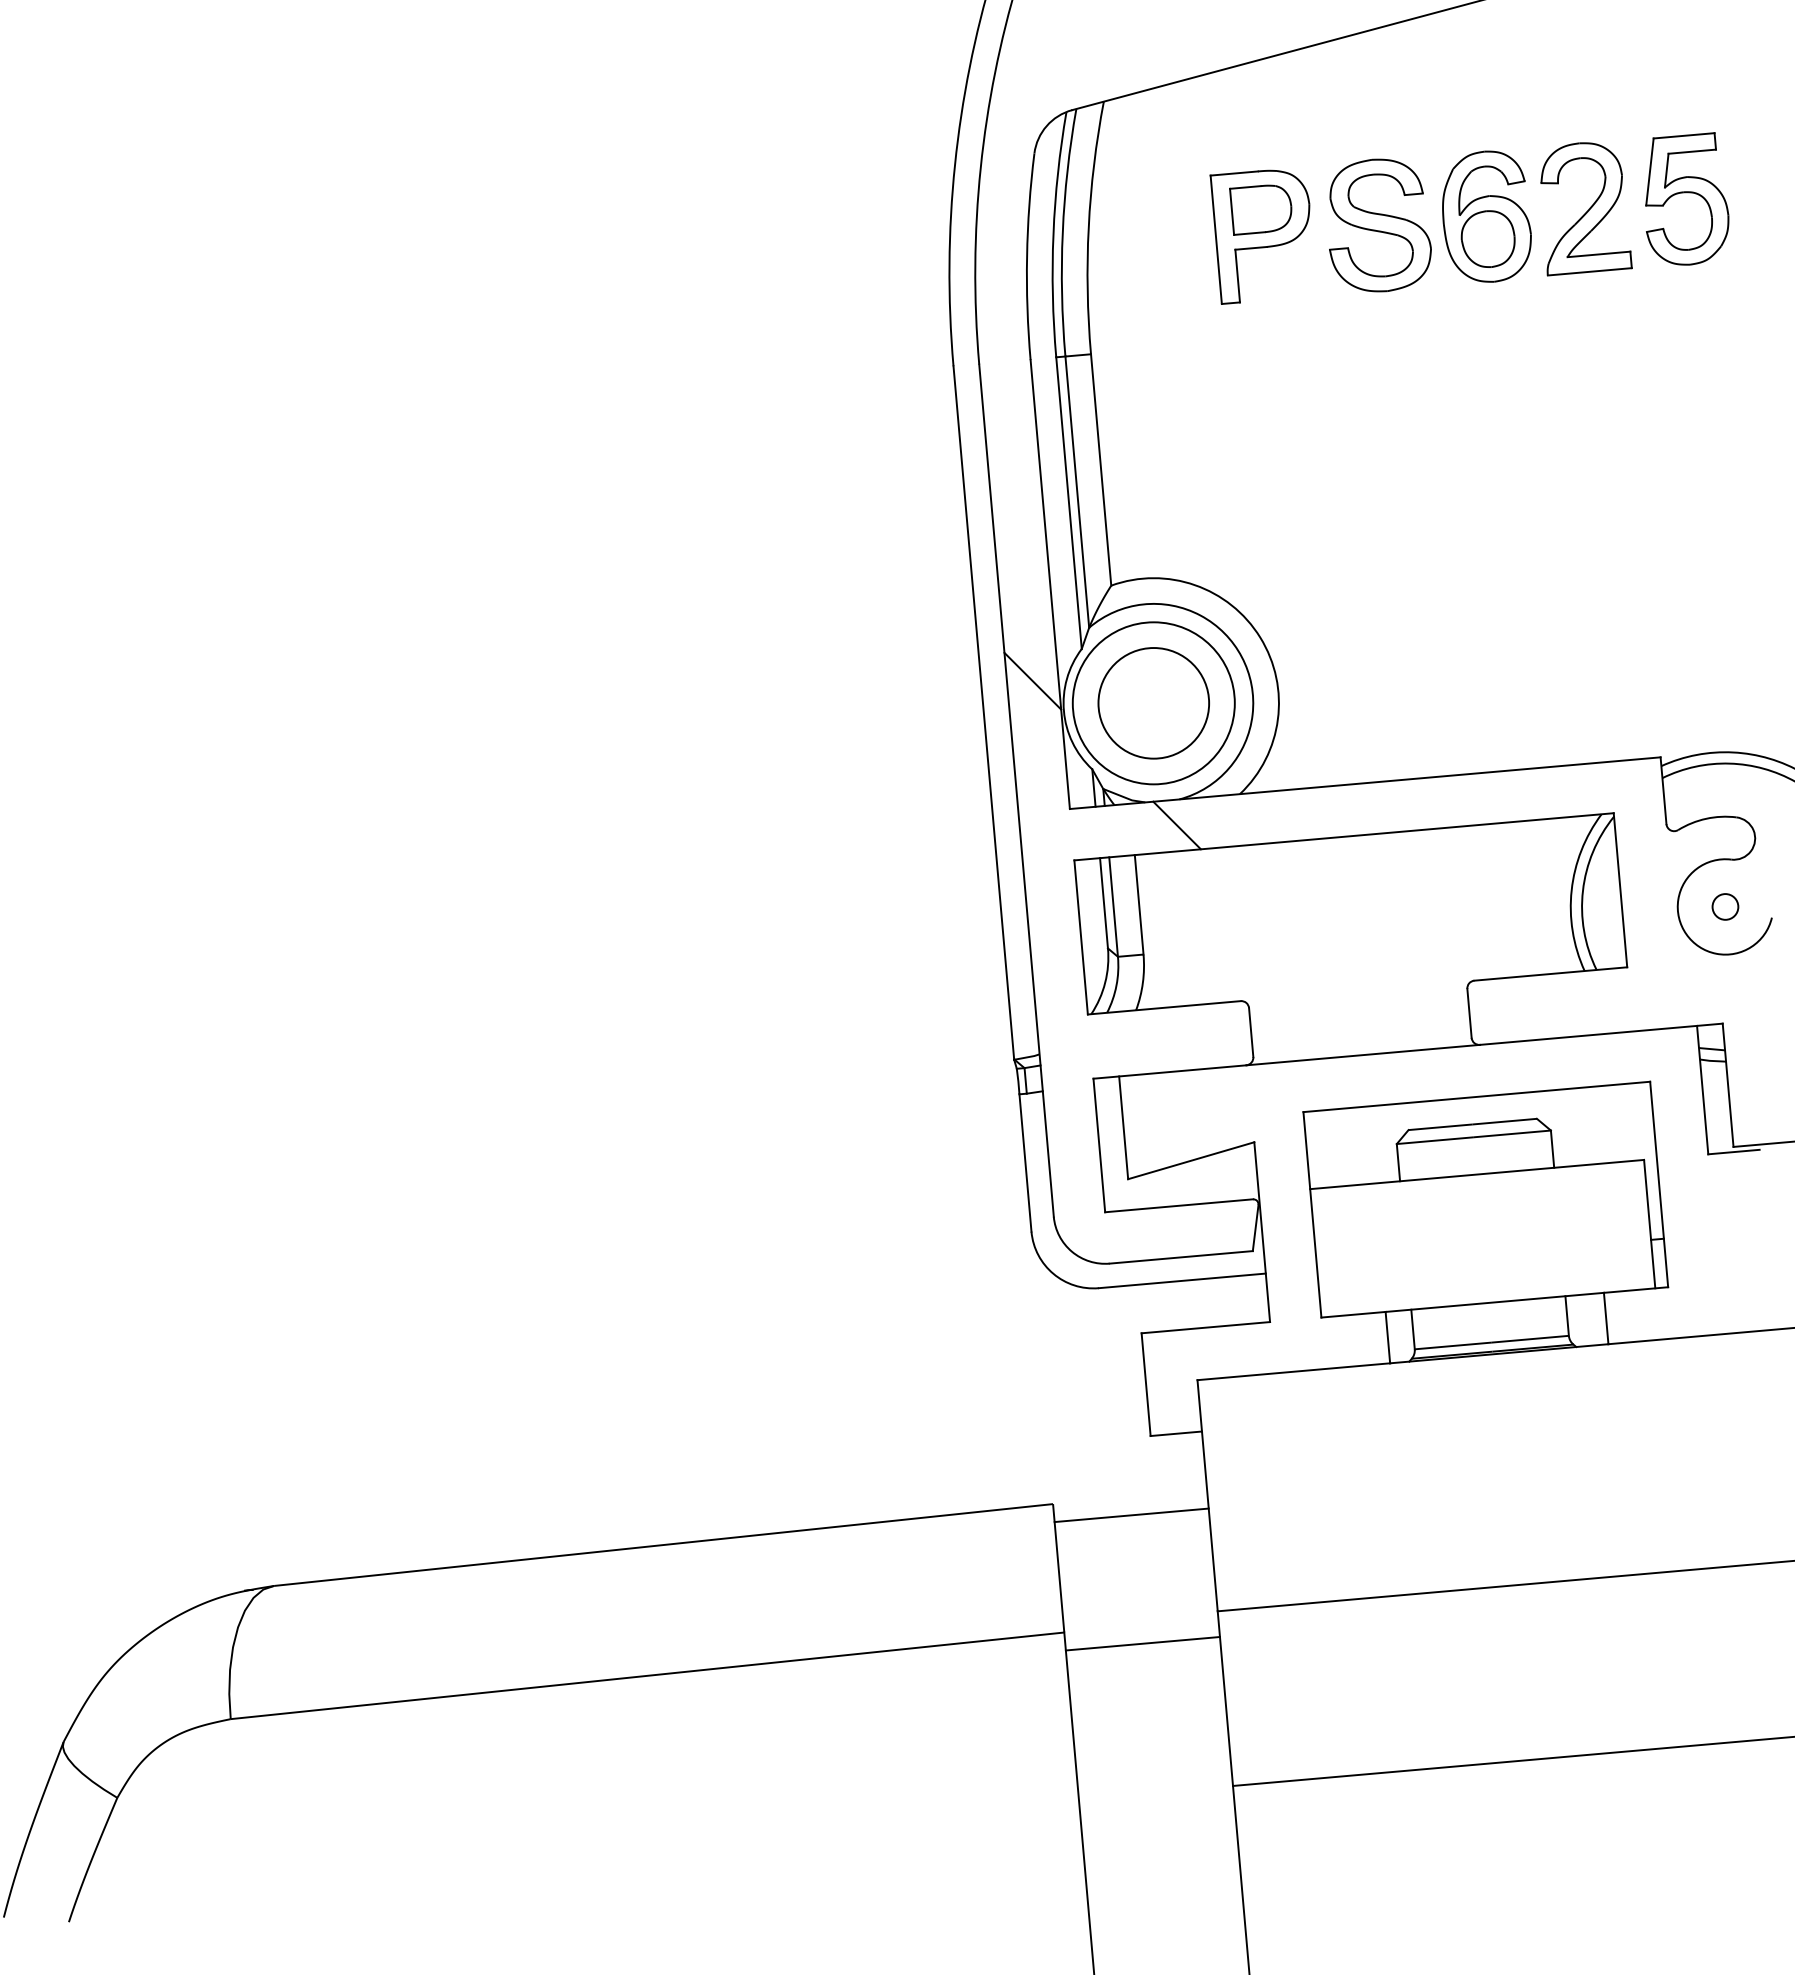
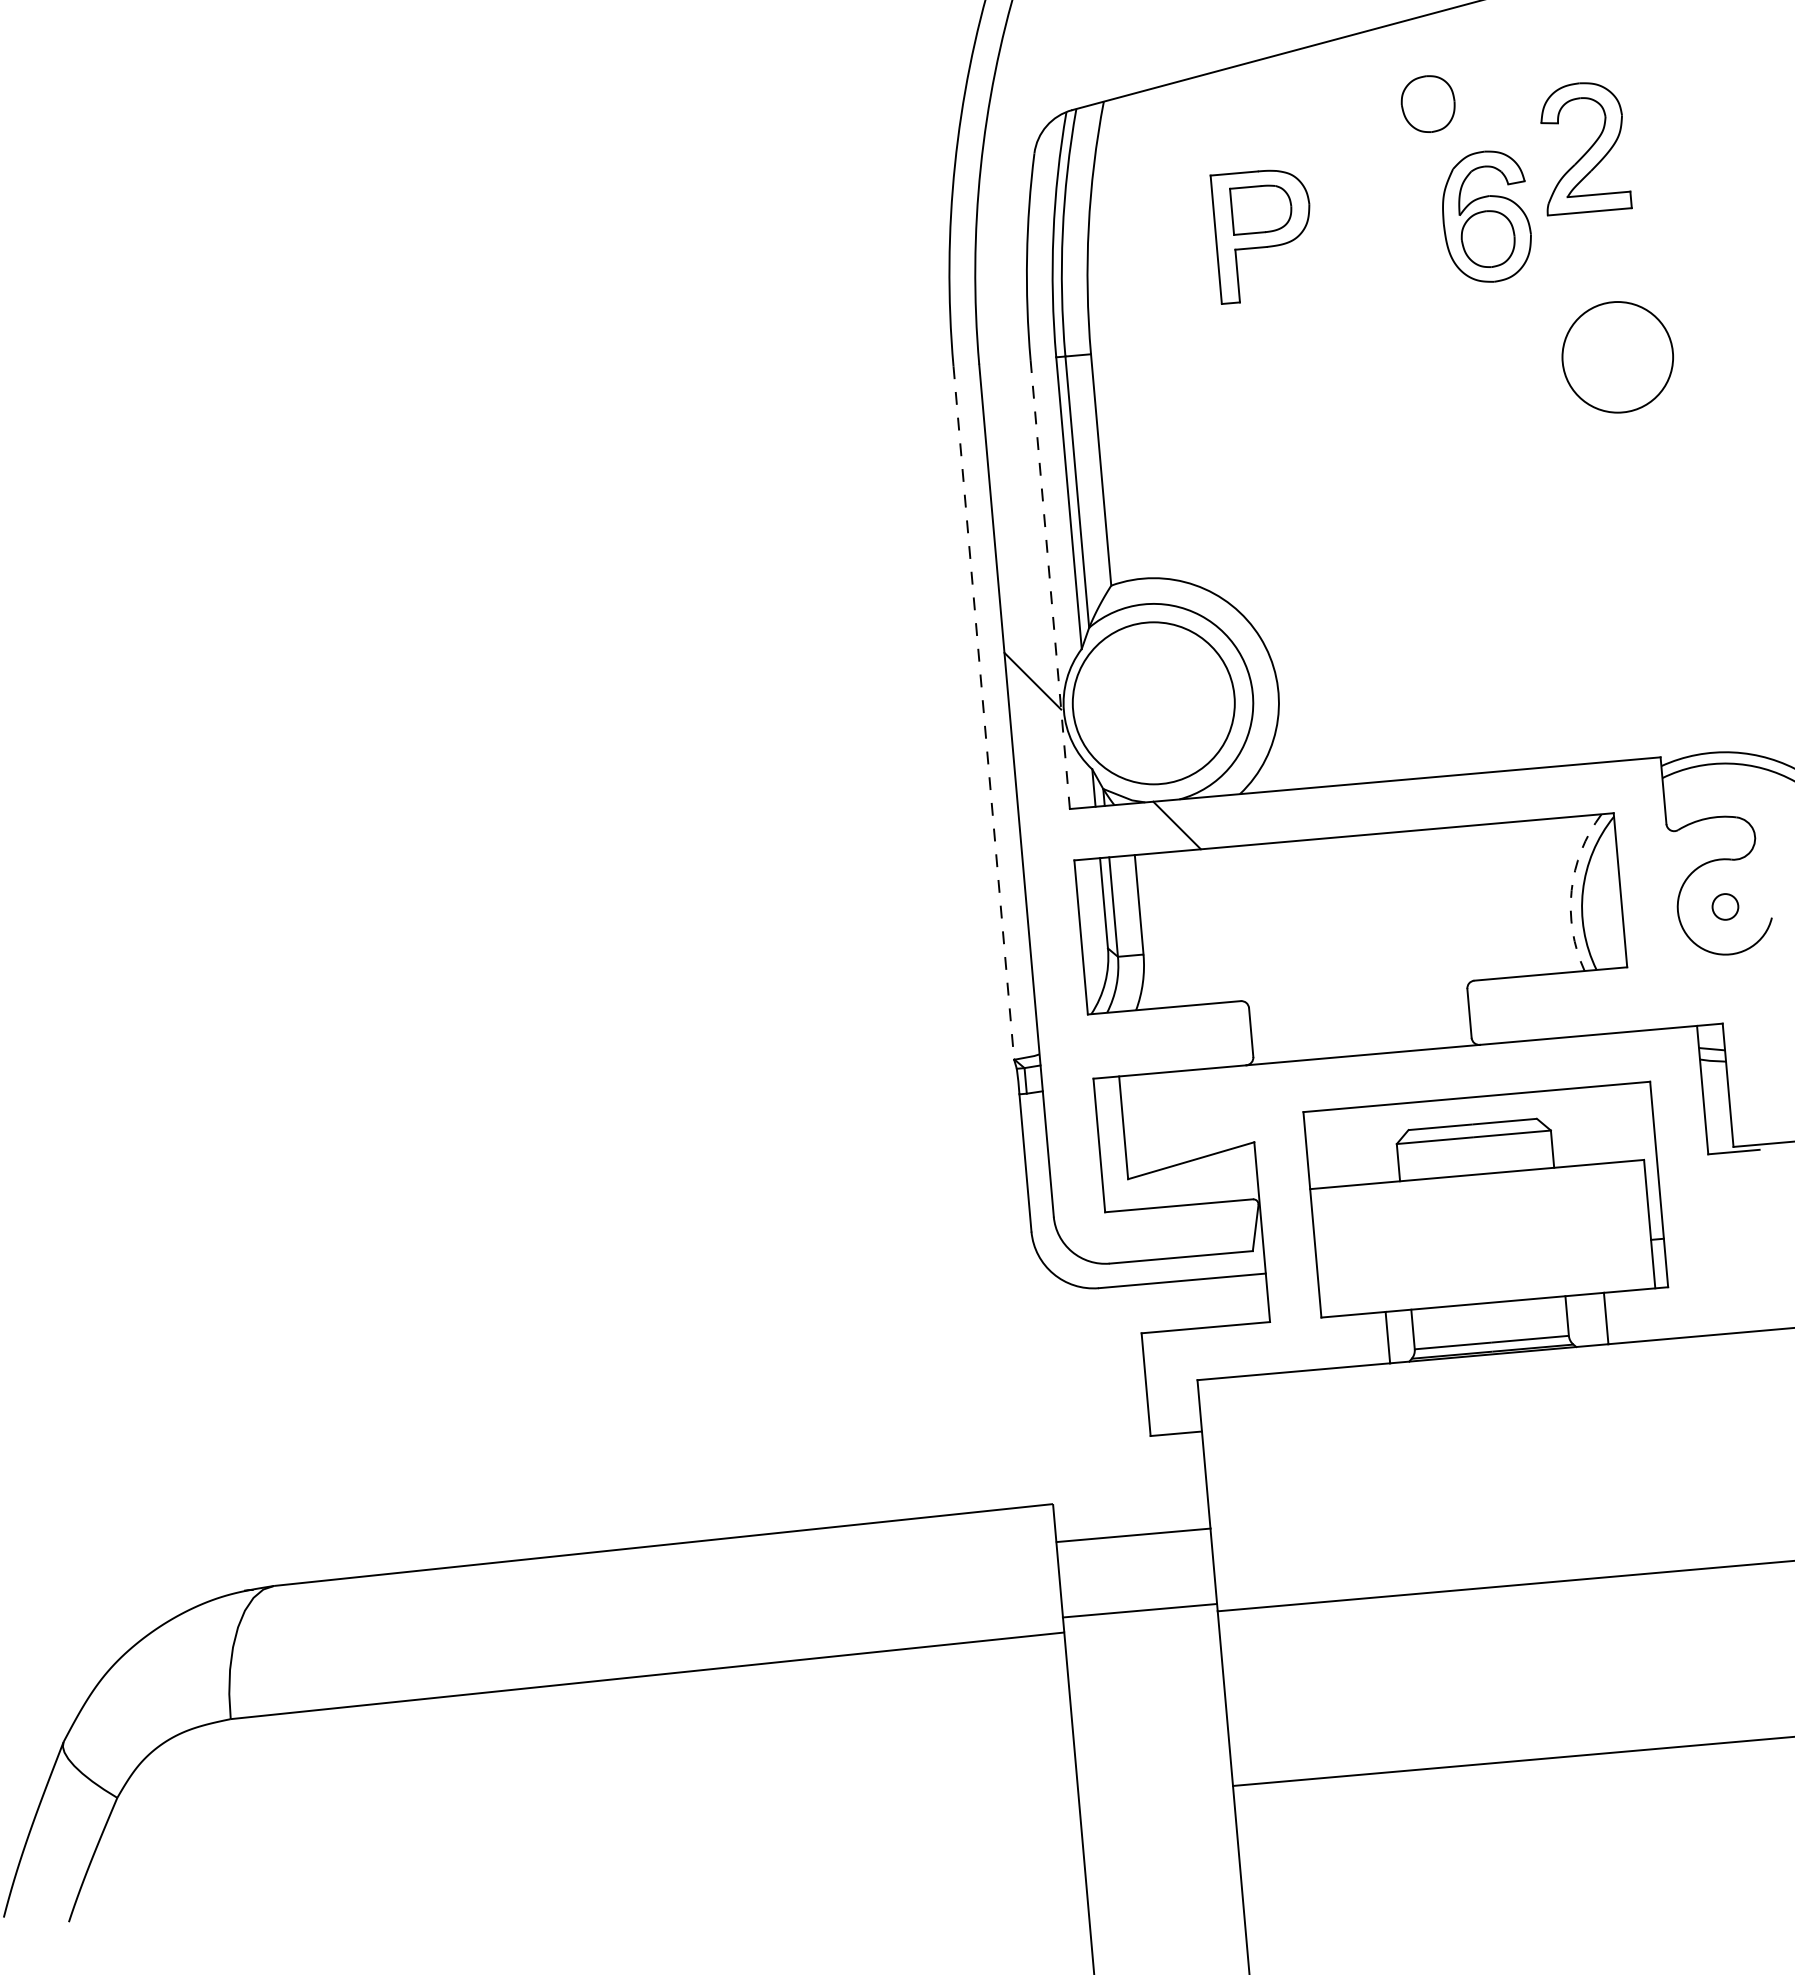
part at (1427, 103): none -> present
part at (1687, 198): present -> none
part at (1586, 209) position: (1586, 209) -> (1586, 149)
part at (1380, 225): present -> none
line at (1050, 585): solid -> dashed
circle at (1153, 703) position: (1153, 703) -> (1617, 357)
line at (983, 713): solid -> dashed
arc at (1571, 890): solid -> dashed
line at (1131, 1515) position: (1131, 1515) -> (1133, 1535)
line at (1142, 1643) position: (1142, 1643) -> (1139, 1610)
